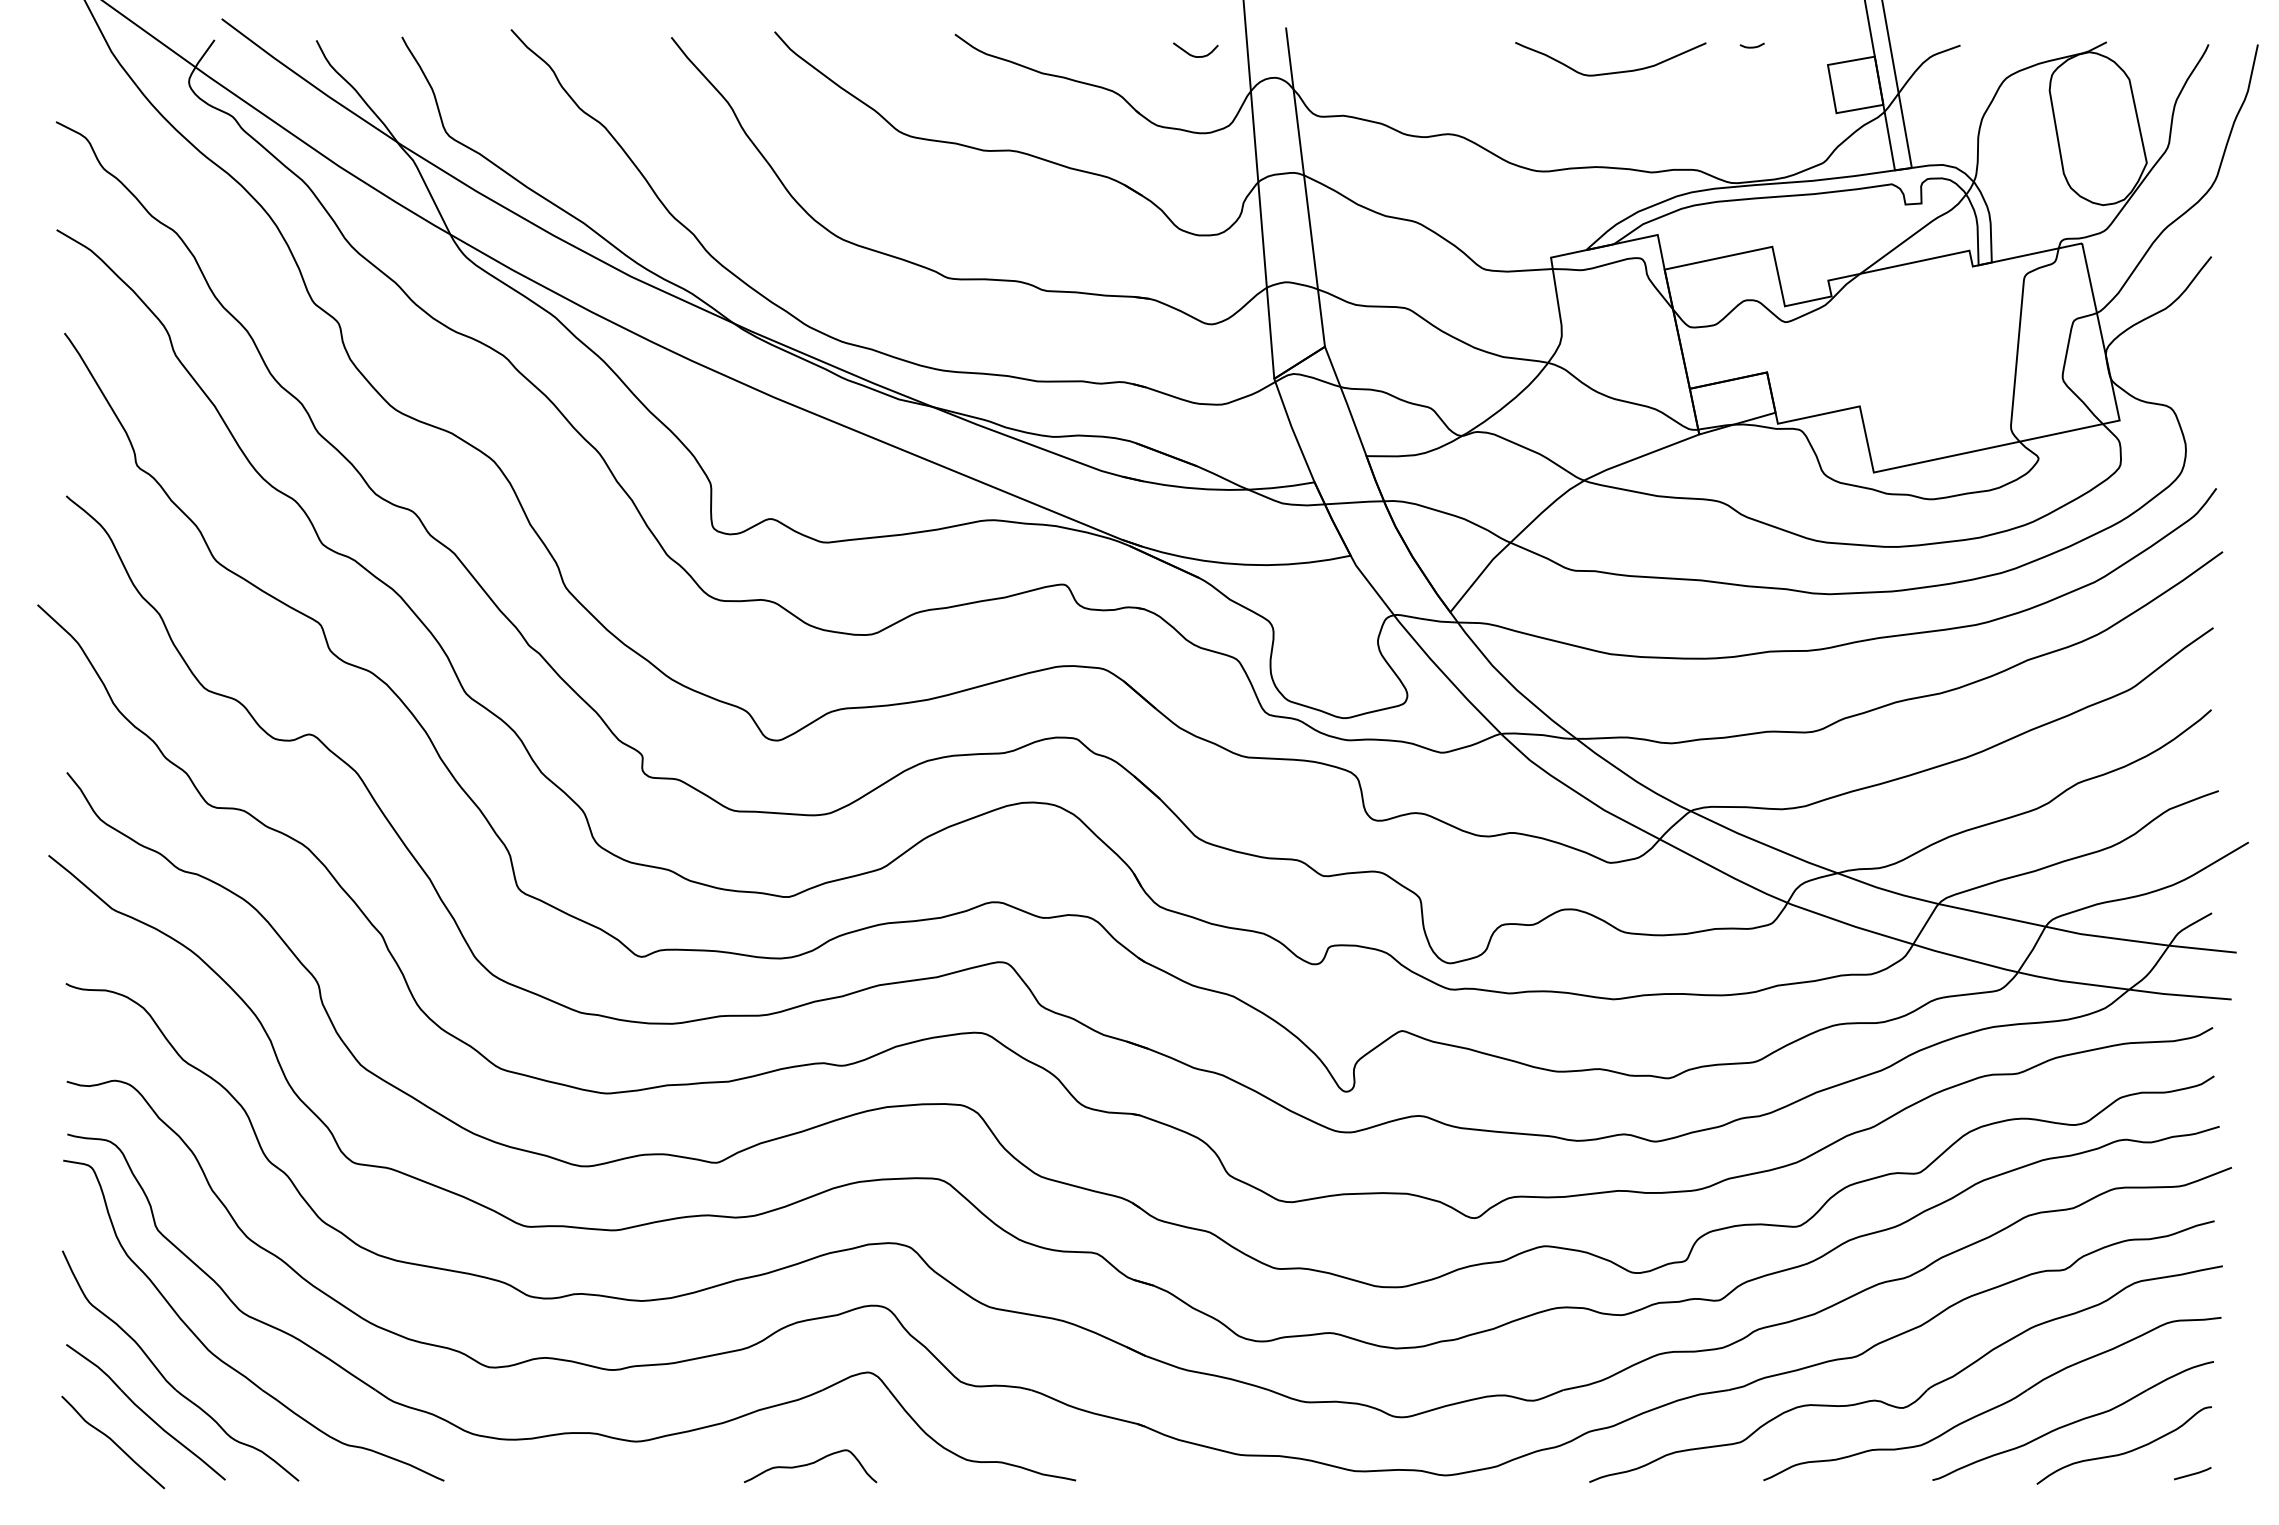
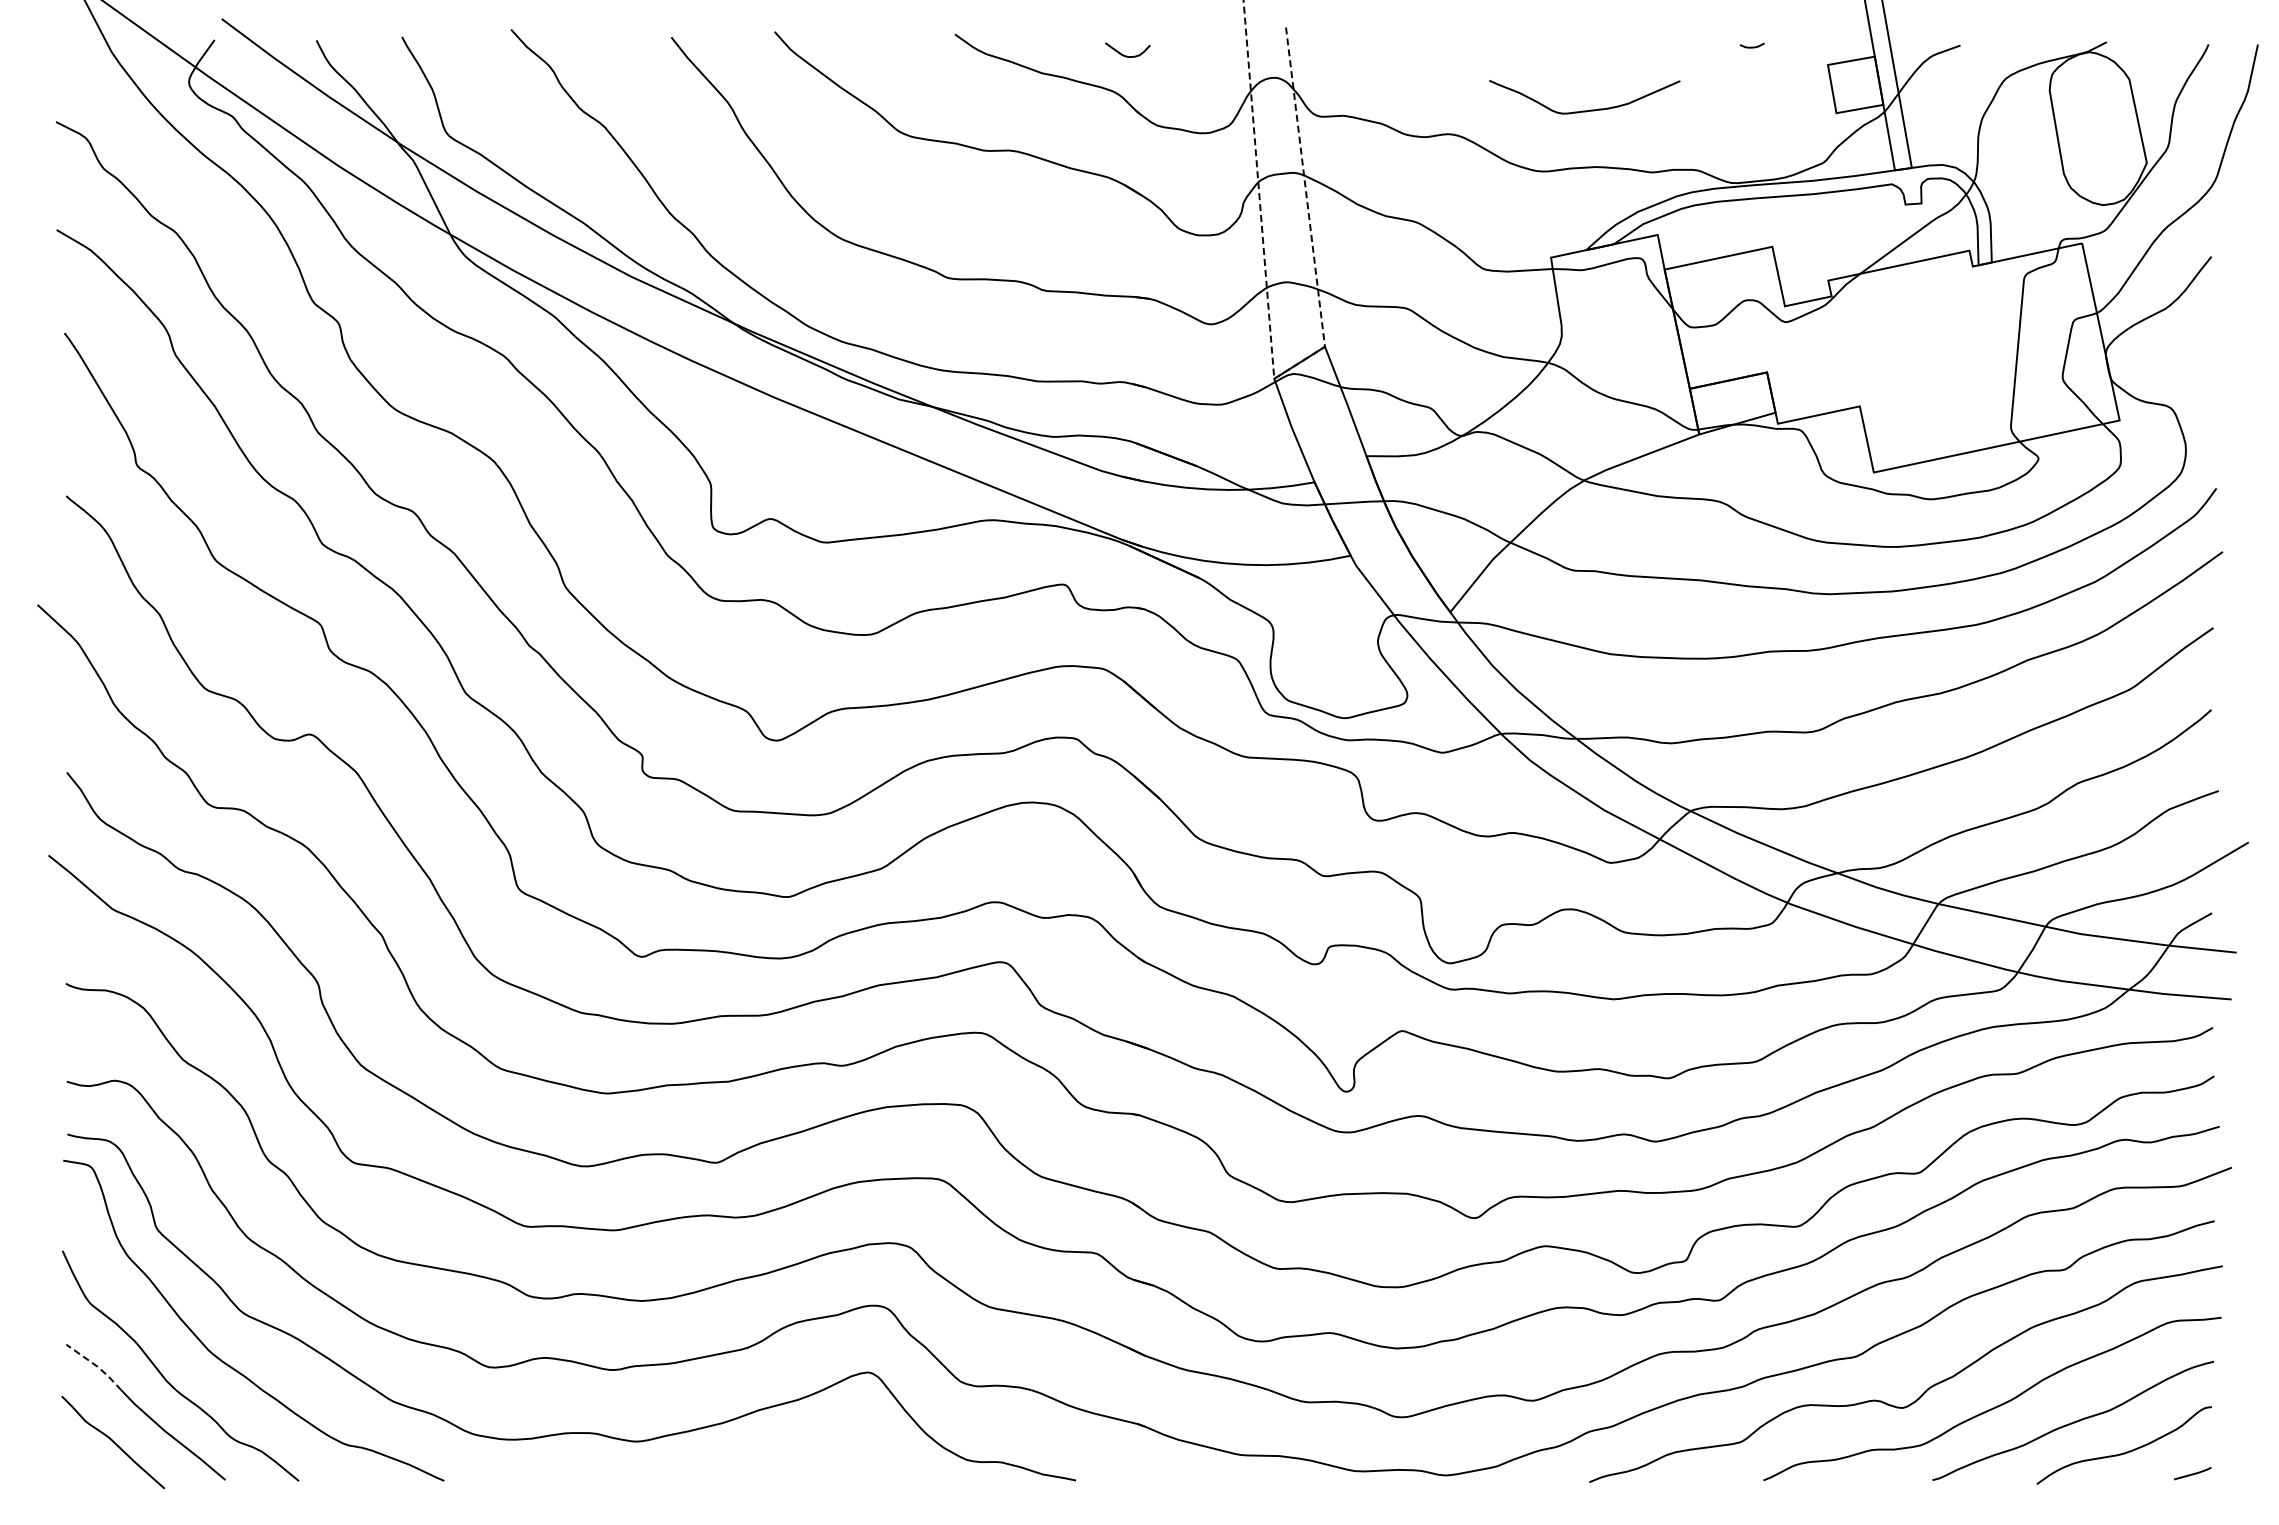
curve at (1192, 54) position: (1192, 54) -> (1124, 54)
curve at (1610, 72) position: (1610, 72) -> (1584, 110)
line at (1275, 378): solid -> dashed
line at (96, 1365): solid -> dashed
curve at (810, 1464): present -> none
